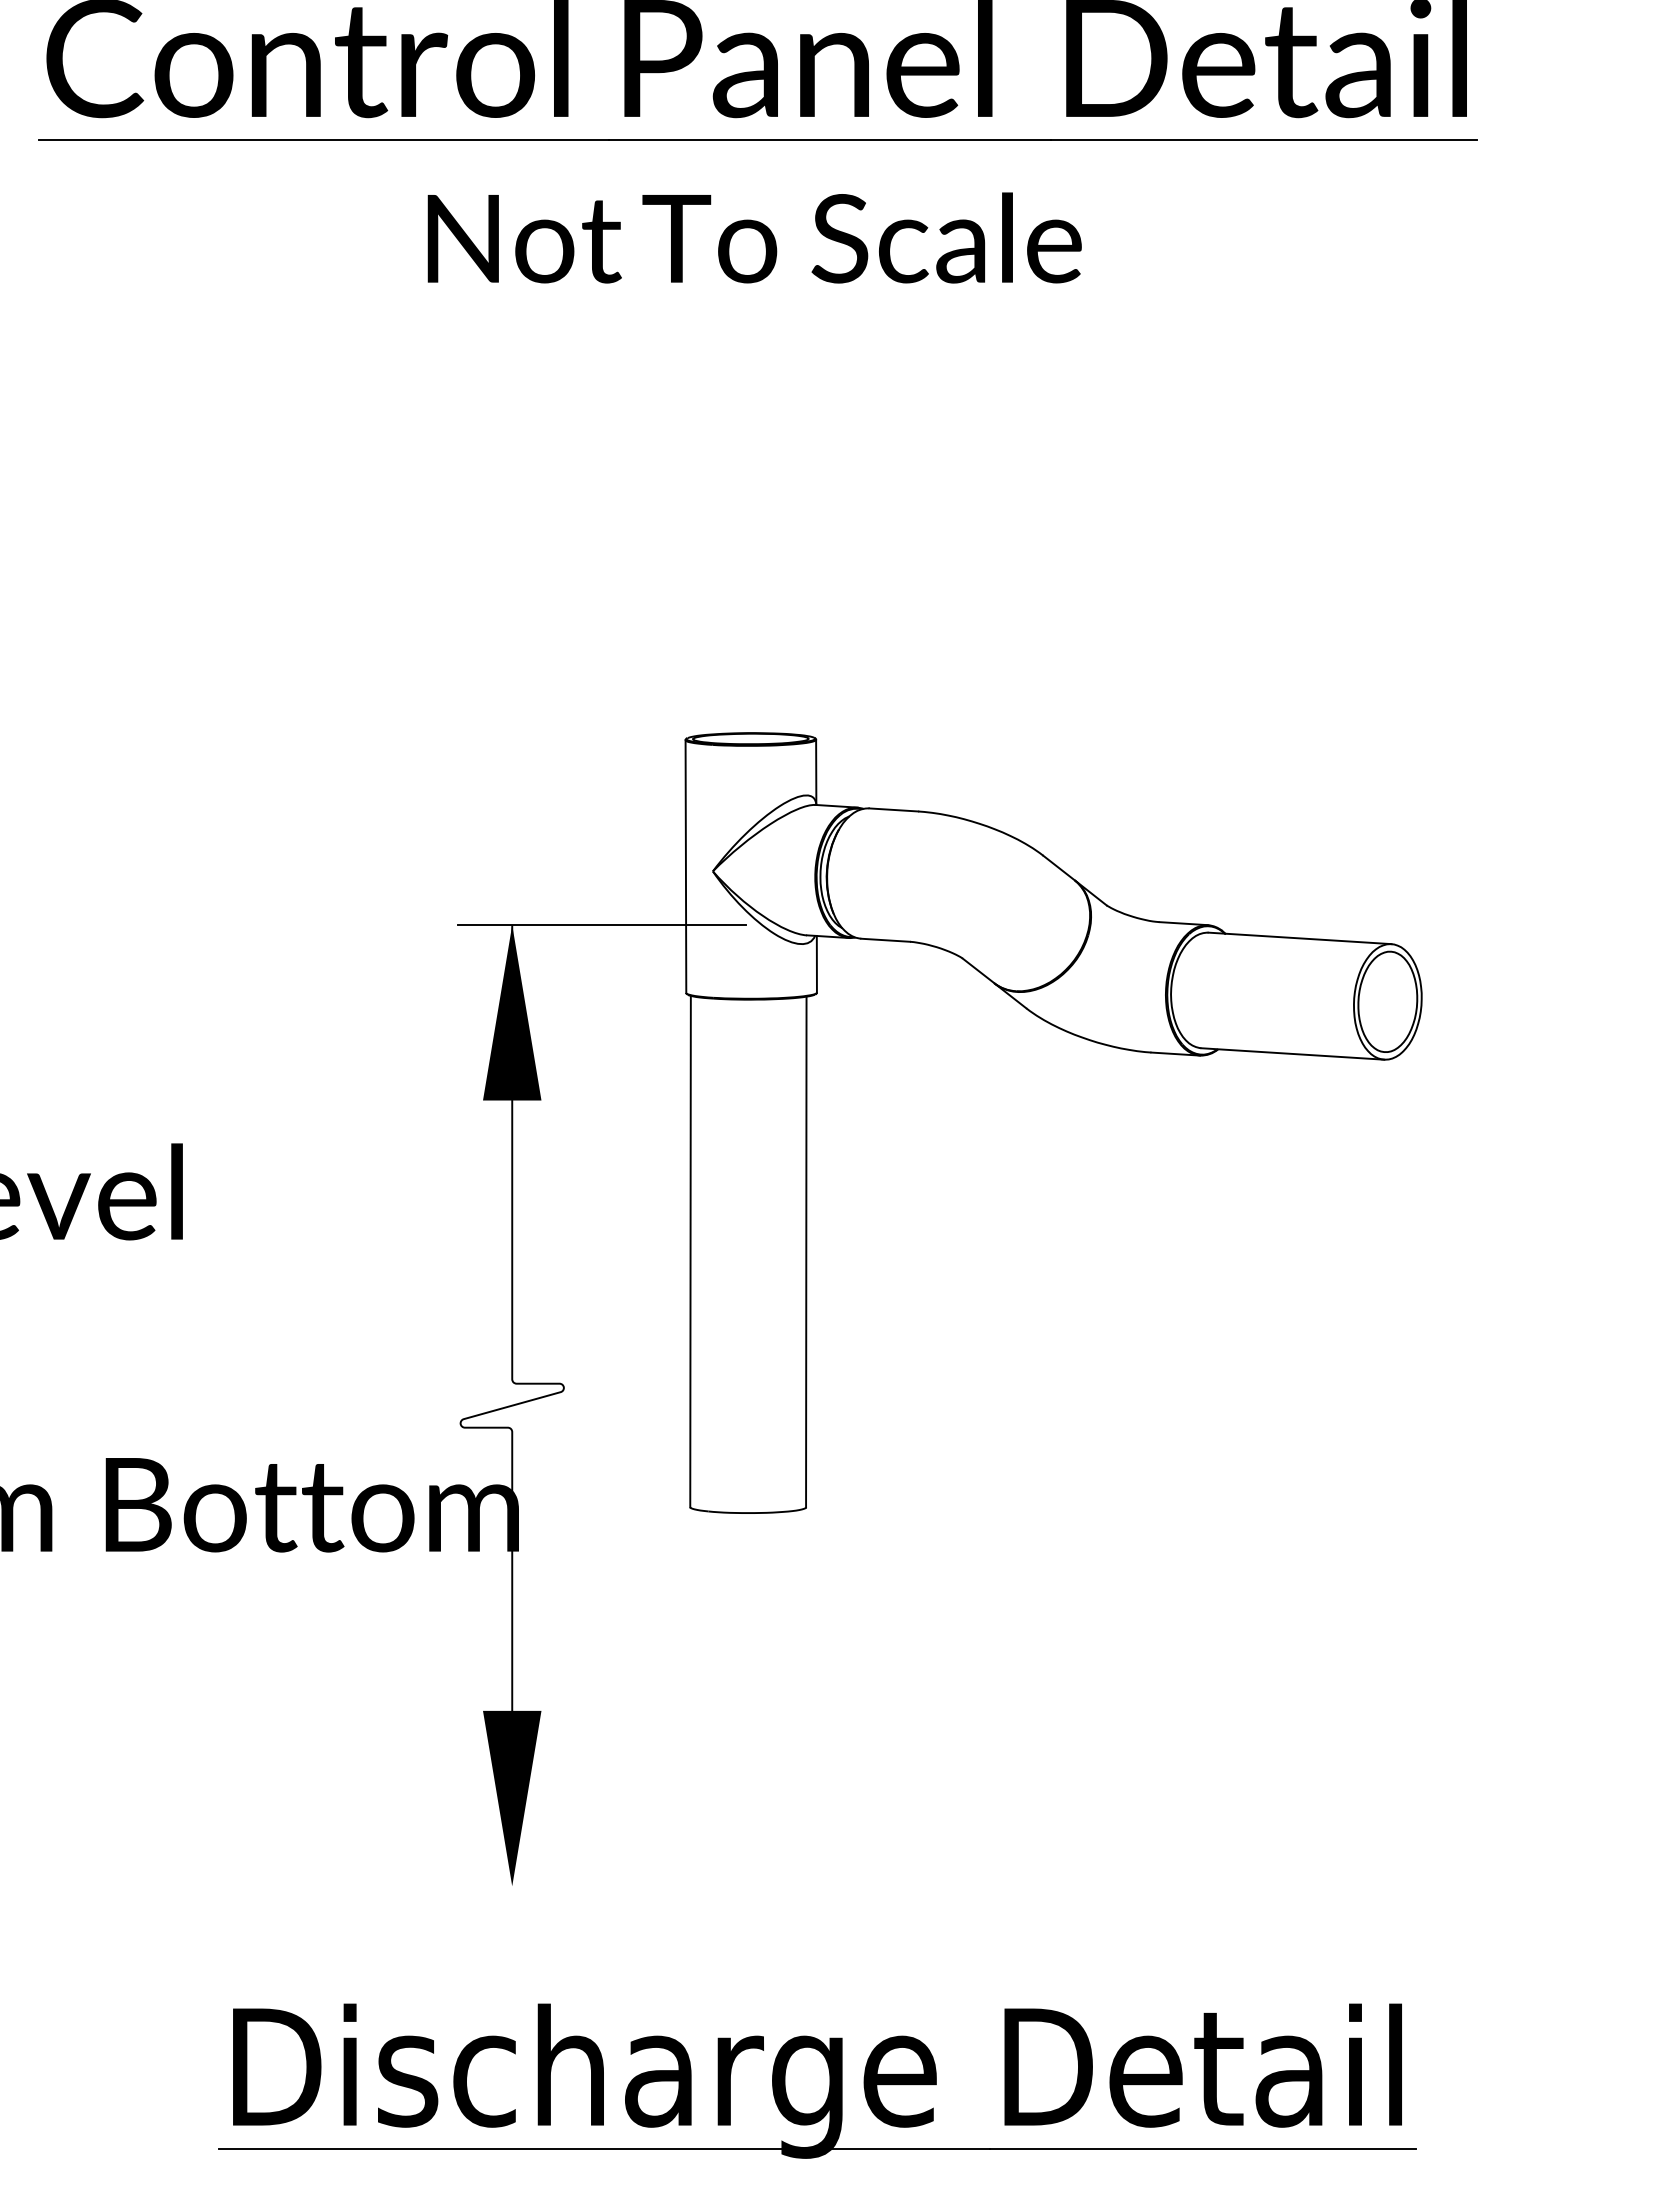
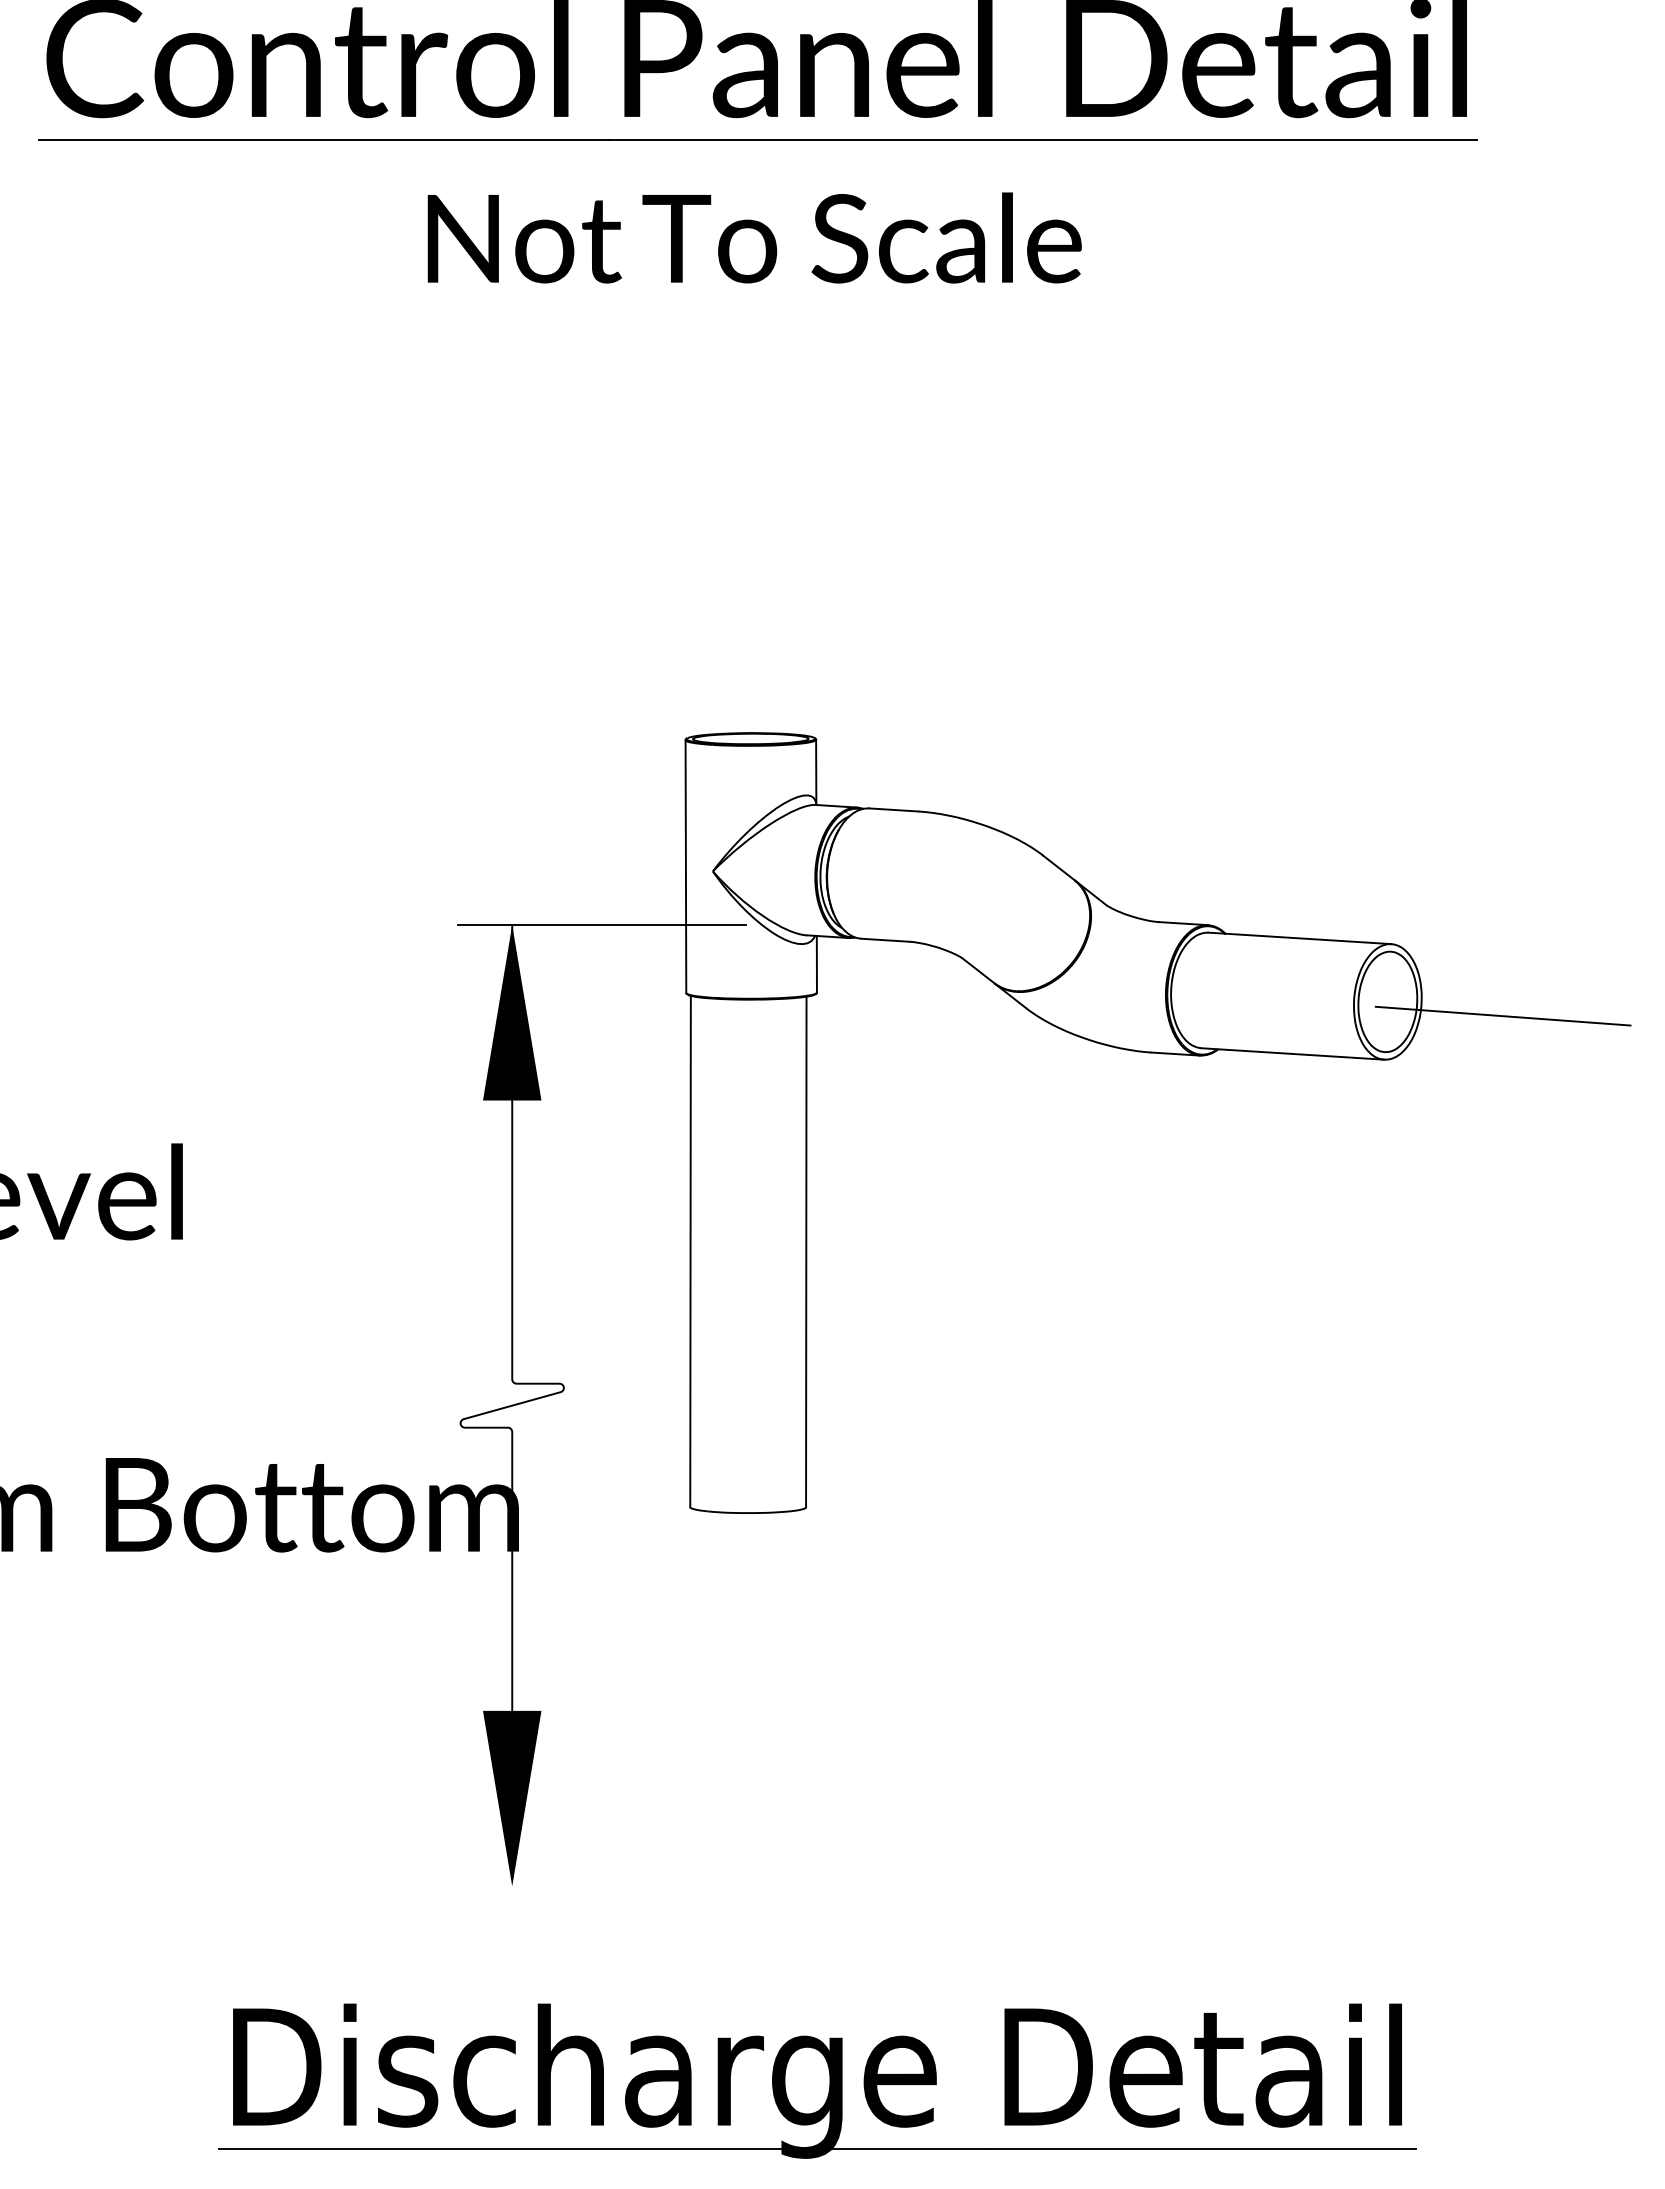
line at (1502, 1015): none -> present
